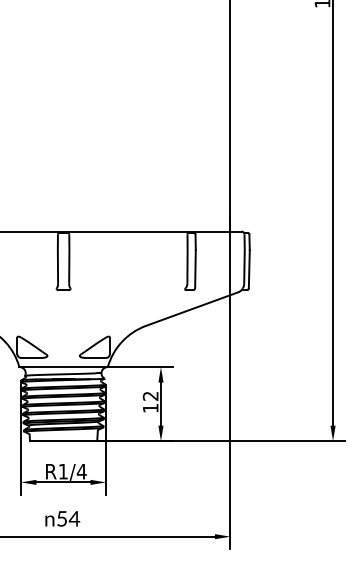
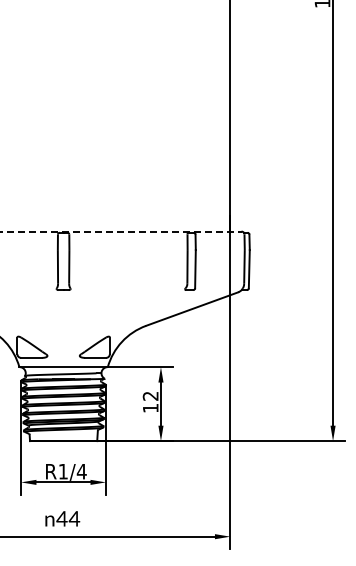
line at (121, 231): solid -> dashed
text at (61, 518): 54 -> 44
